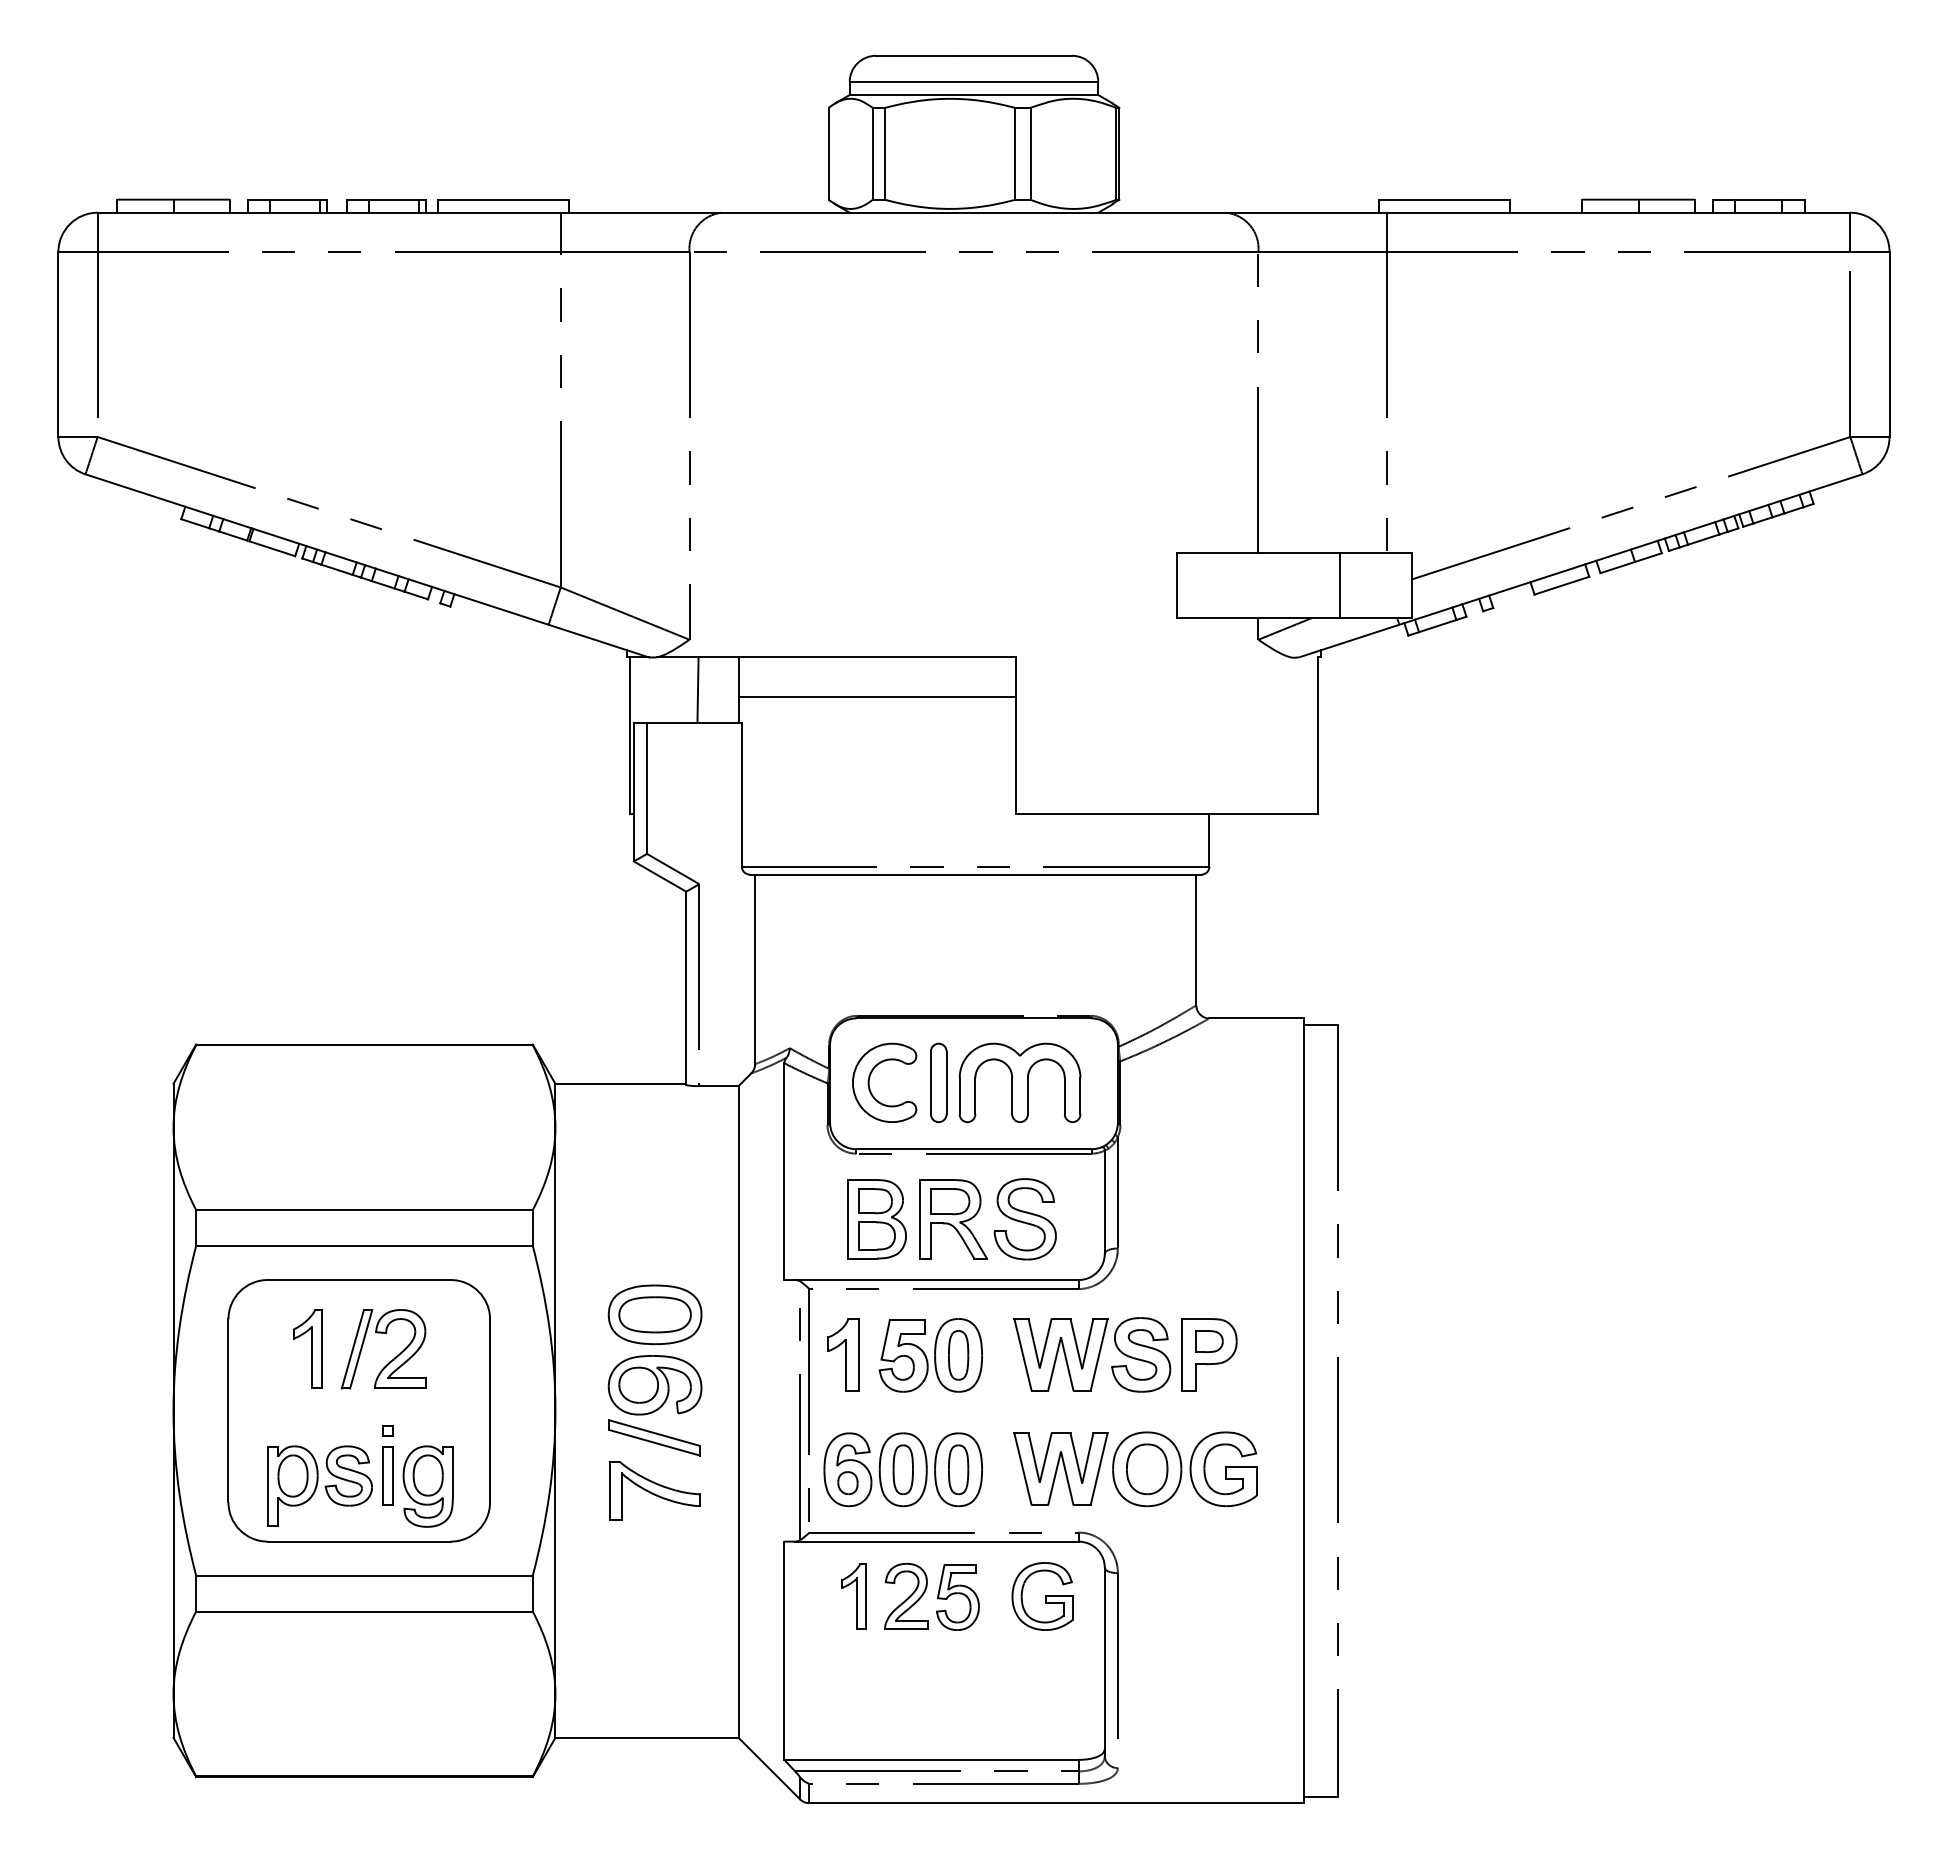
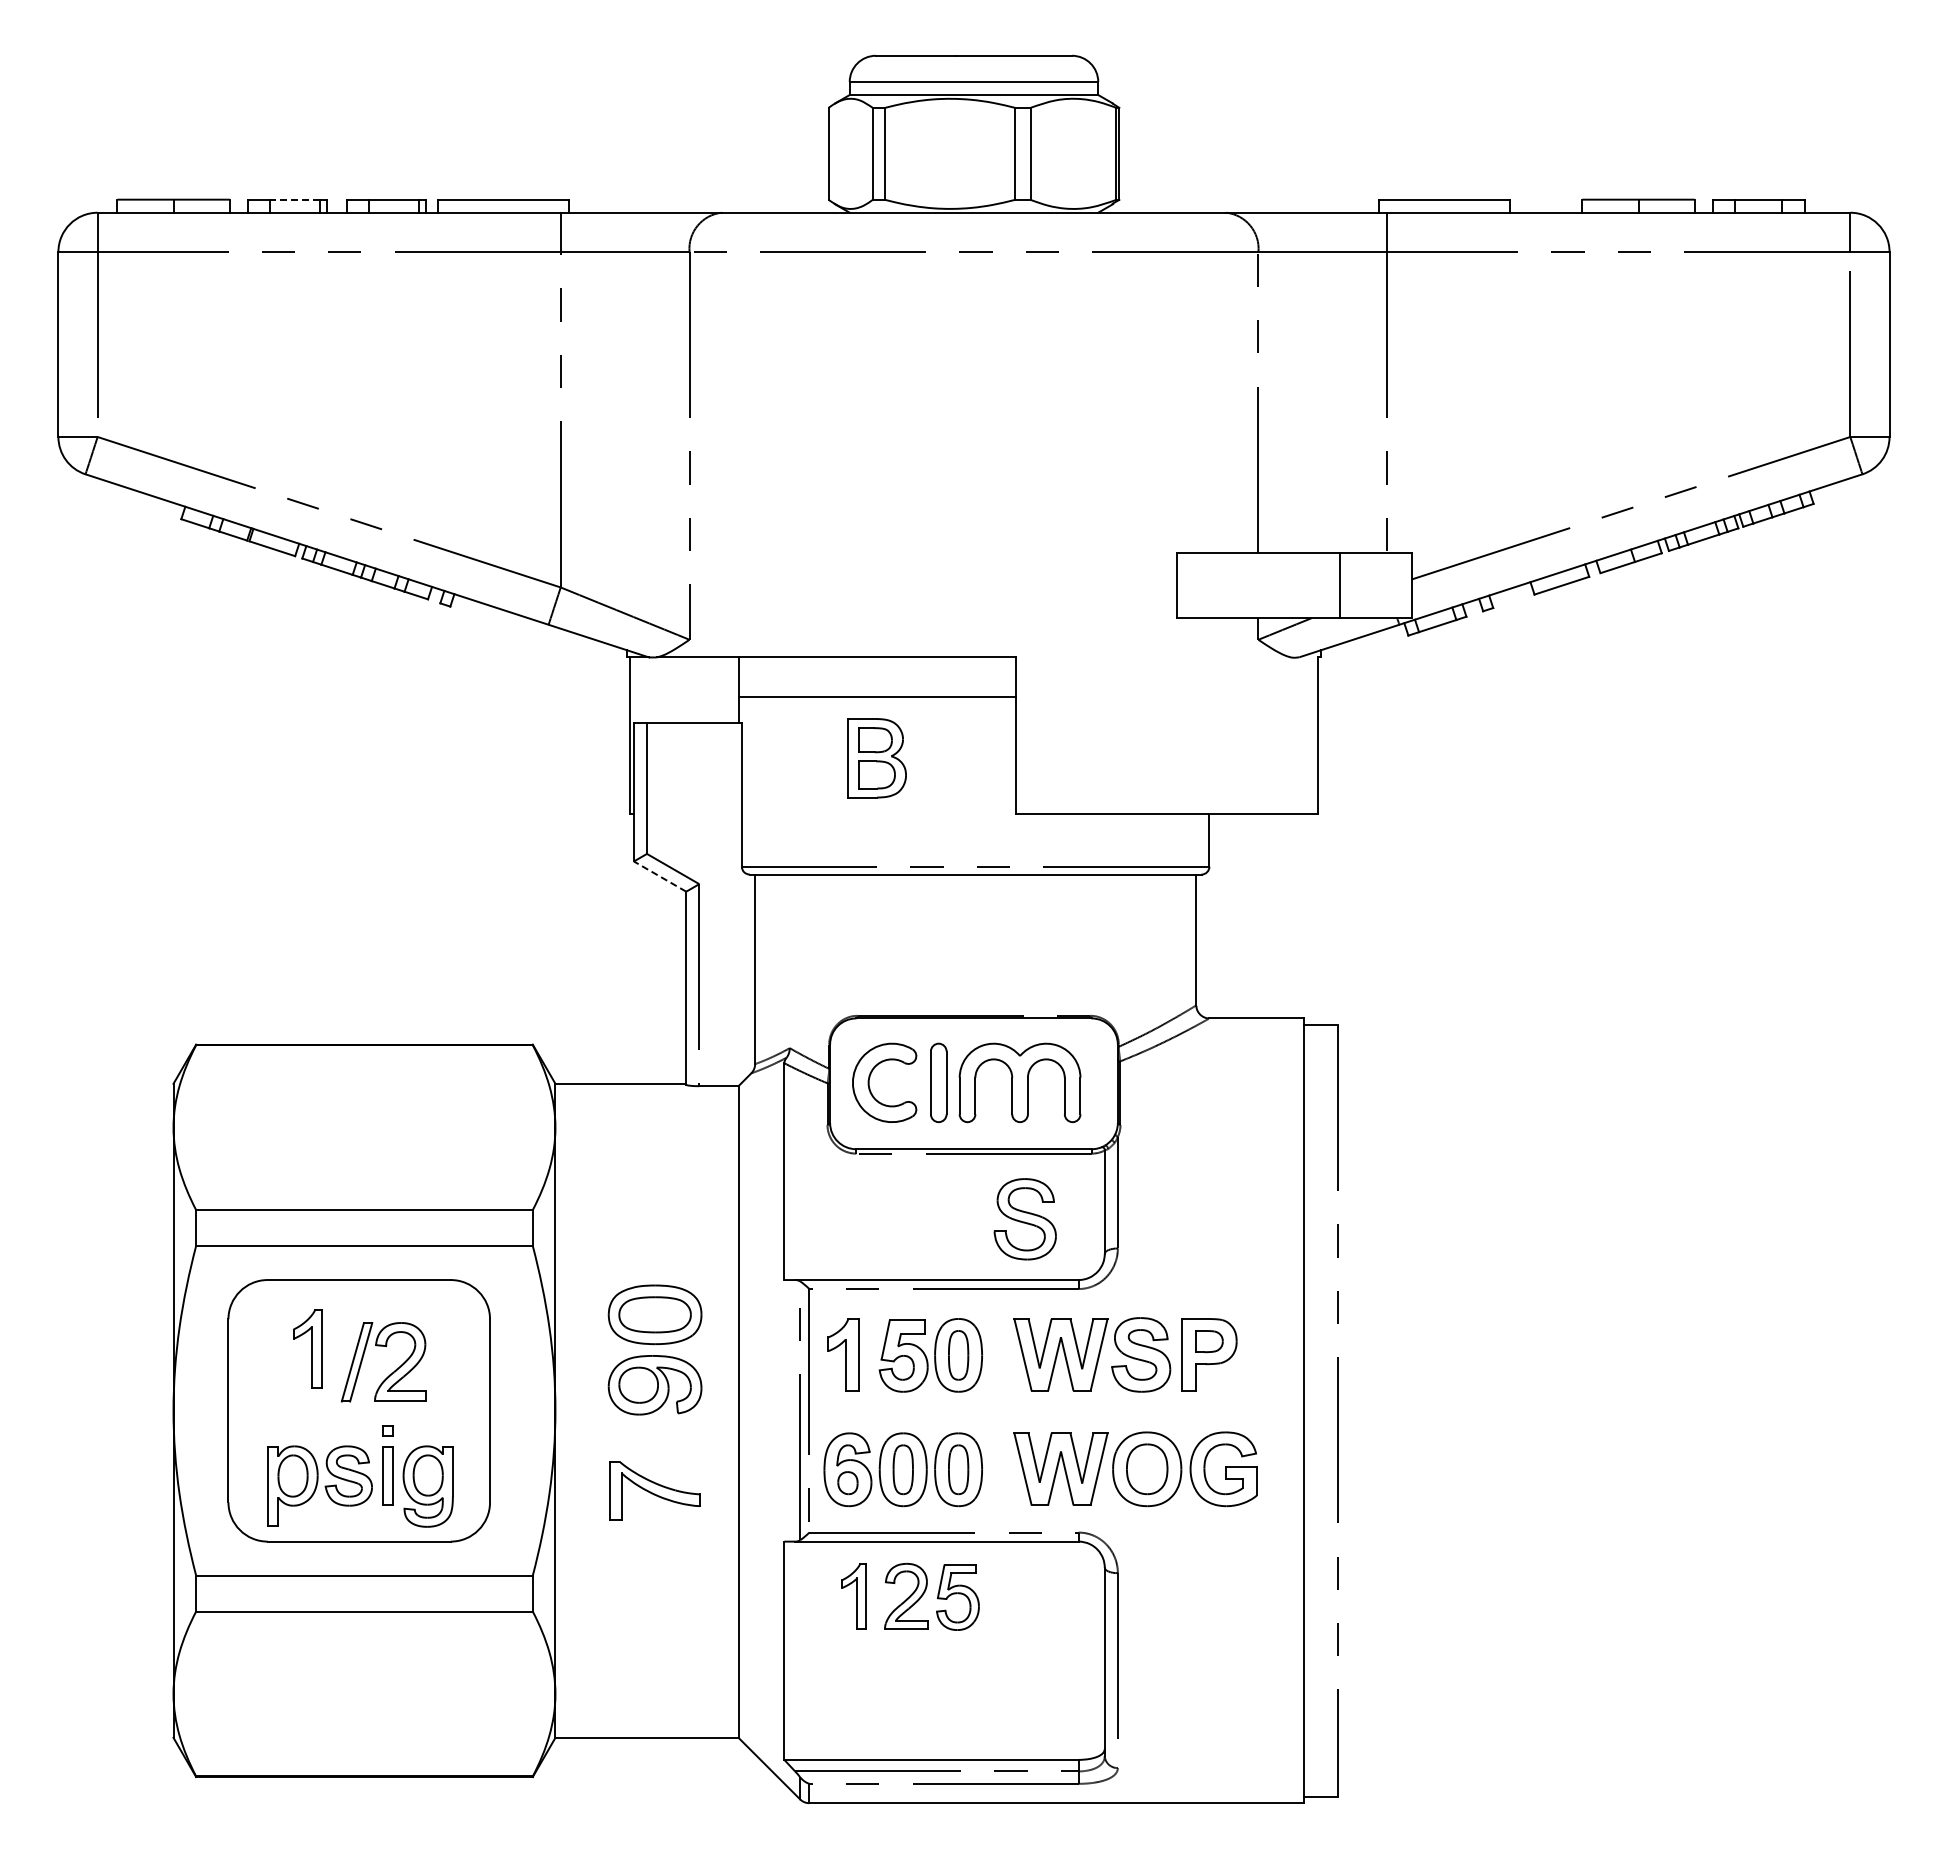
line at (294, 199): solid -> dashed
line at (697, 689): present -> none
line at (659, 876): solid -> dashed
part at (876, 1219) position: (876, 1219) -> (876, 758)
part at (953, 1219): present -> none
part at (390, 1360) position: (390, 1360) -> (390, 1373)
part at (654, 1437): present -> none
part at (1042, 1596): present -> none
